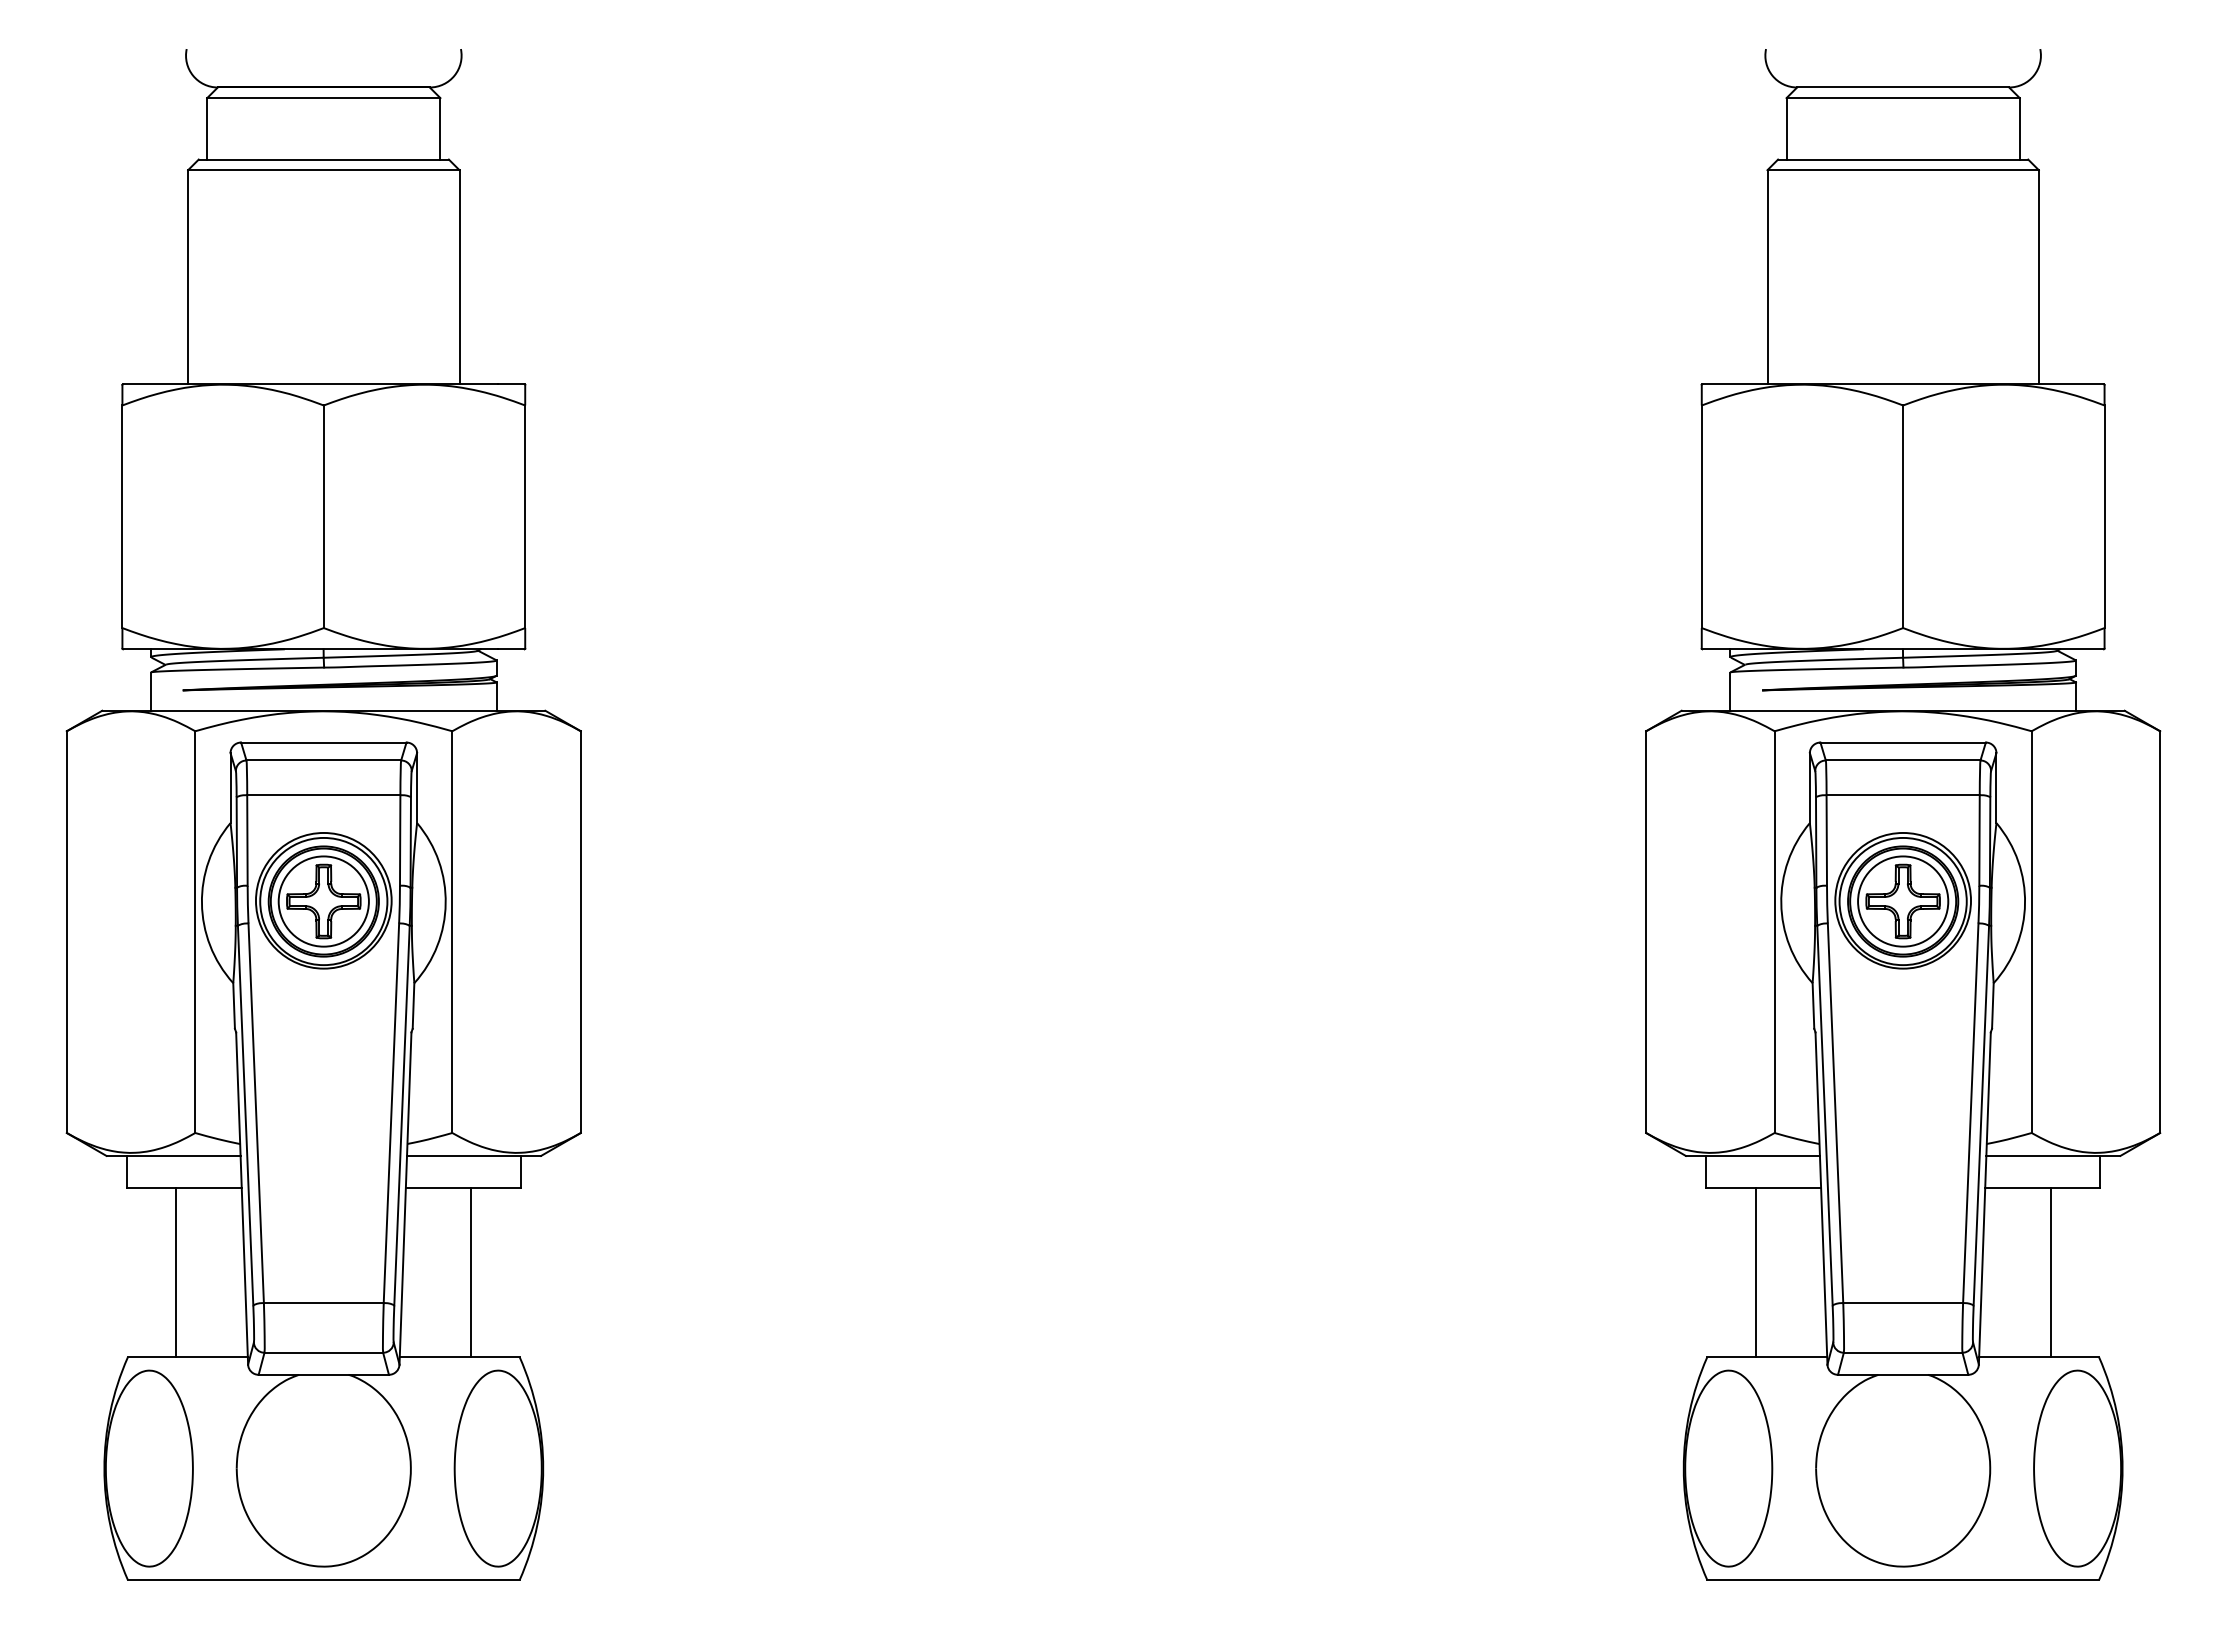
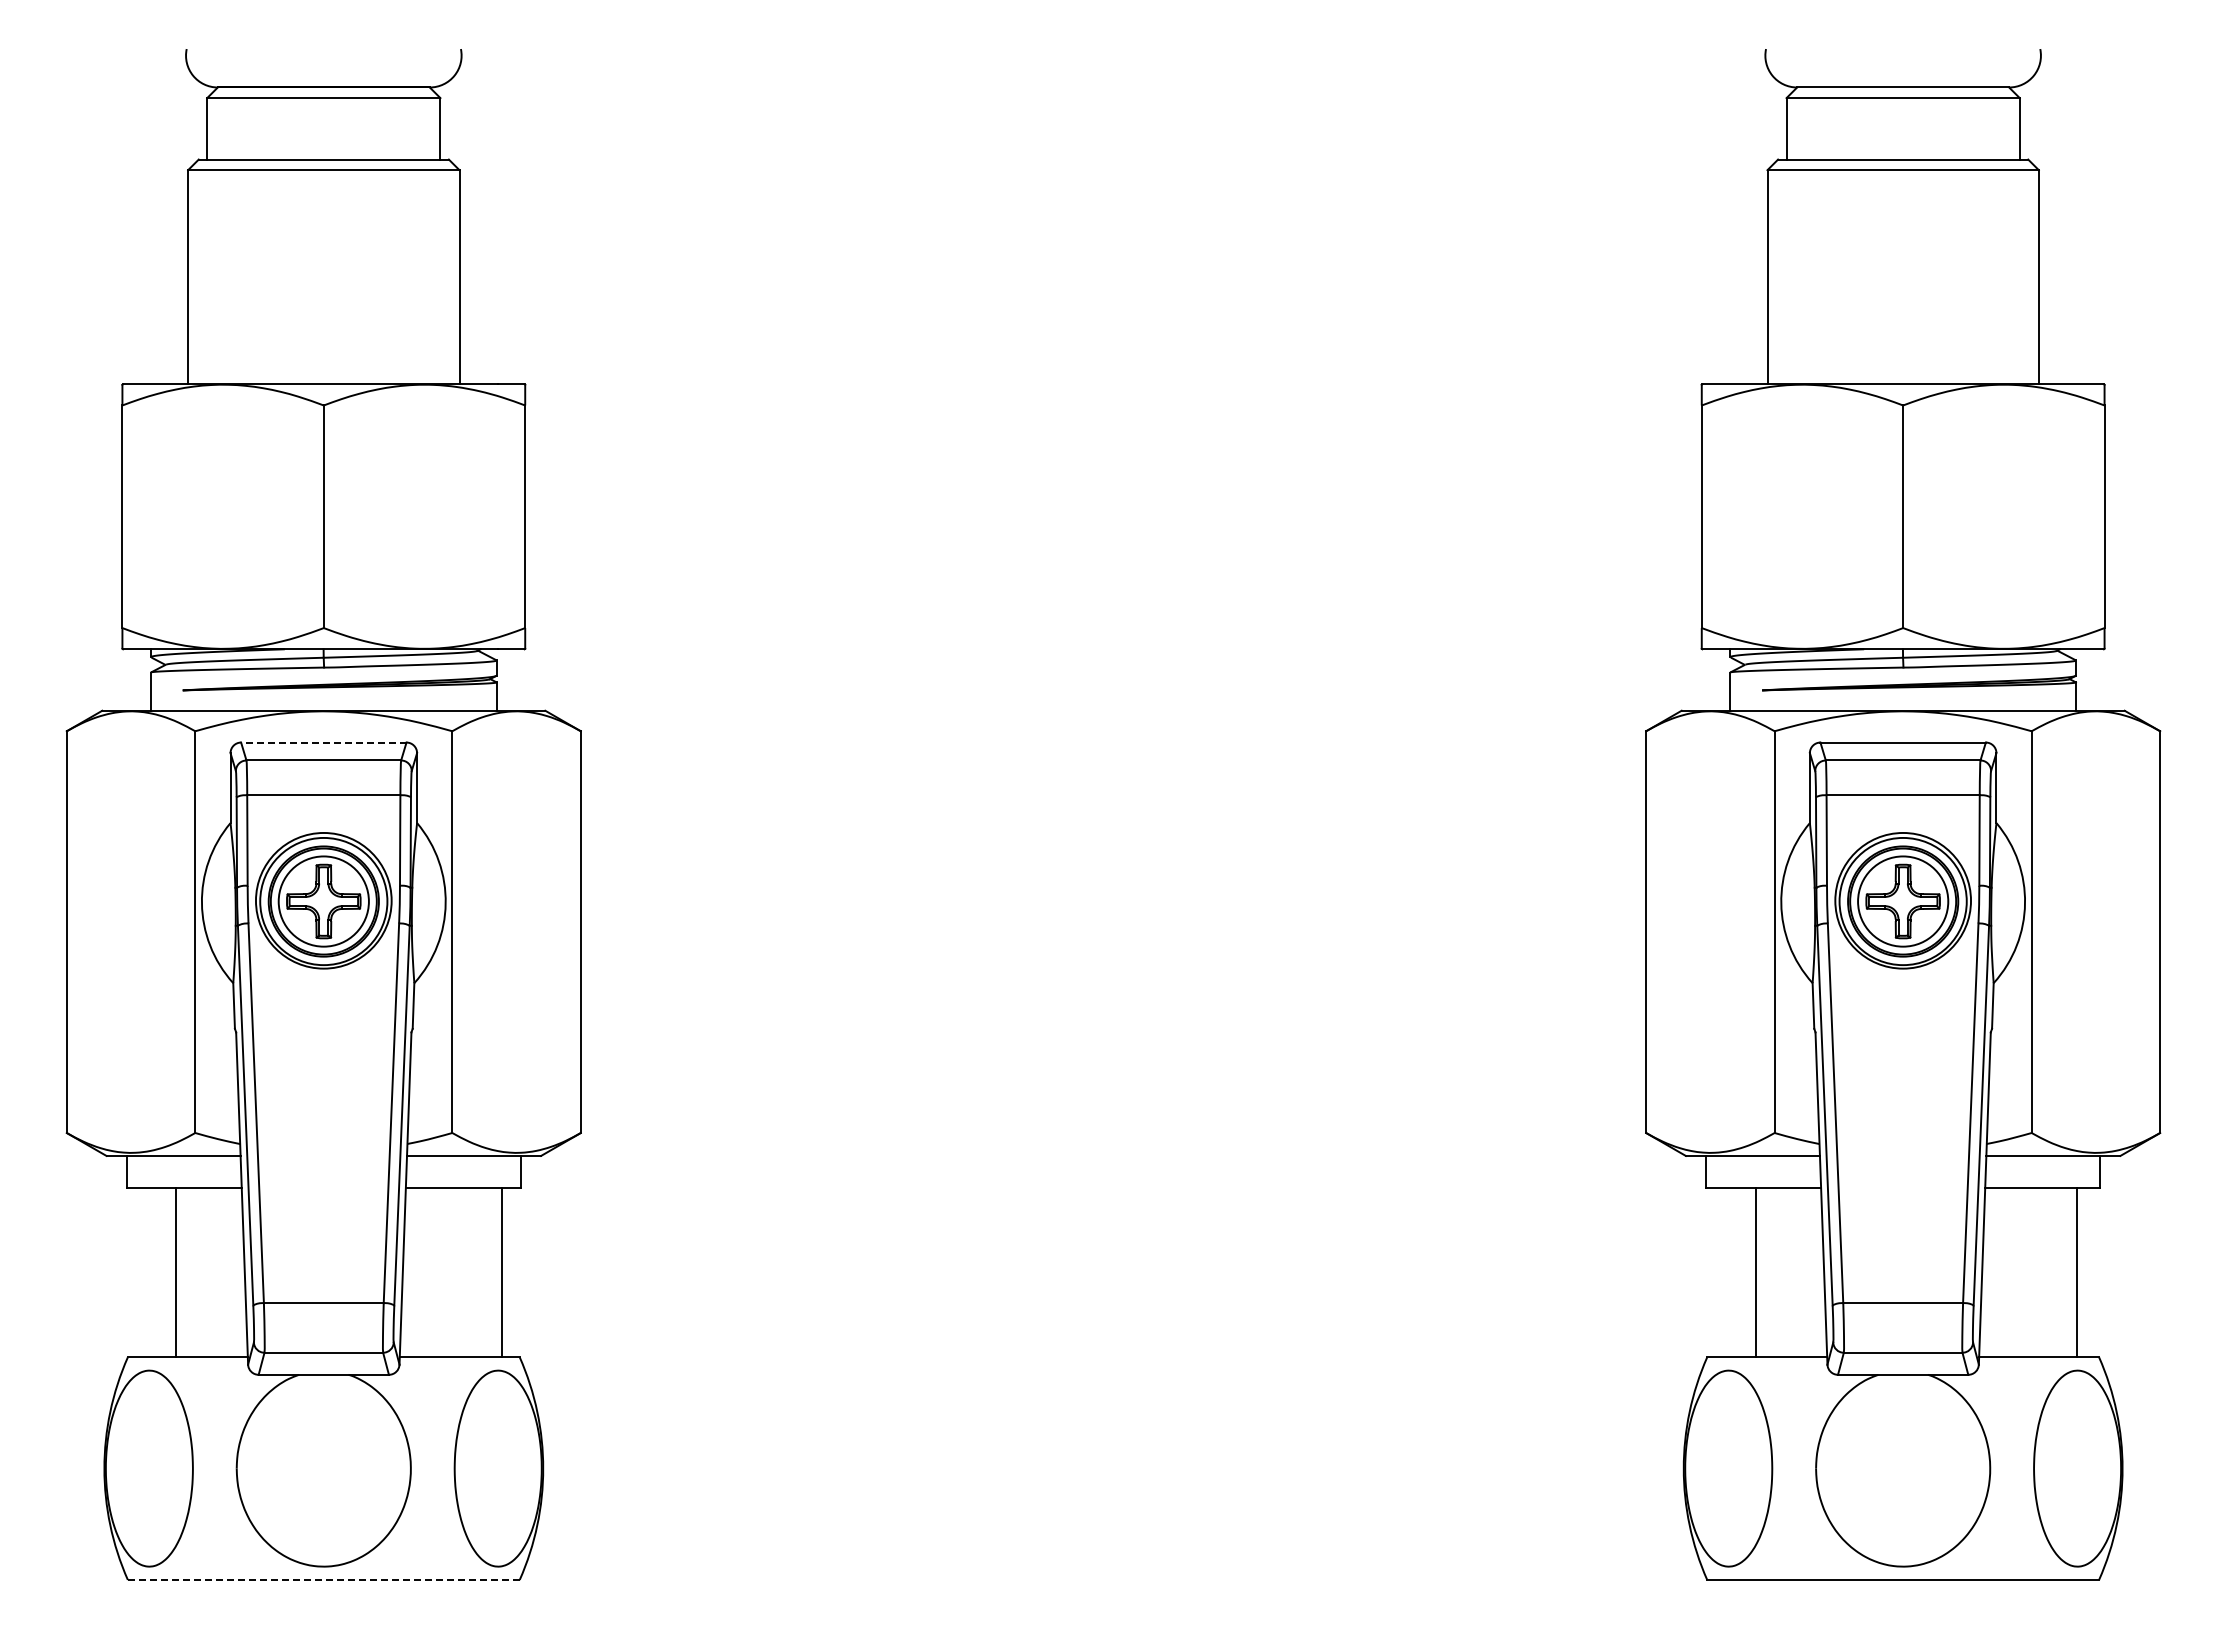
line at (323, 742): solid -> dashed
line at (471, 1272) position: (471, 1272) -> (502, 1272)
line at (2050, 1272) position: (2050, 1272) -> (2076, 1272)
line at (323, 1579): solid -> dashed
